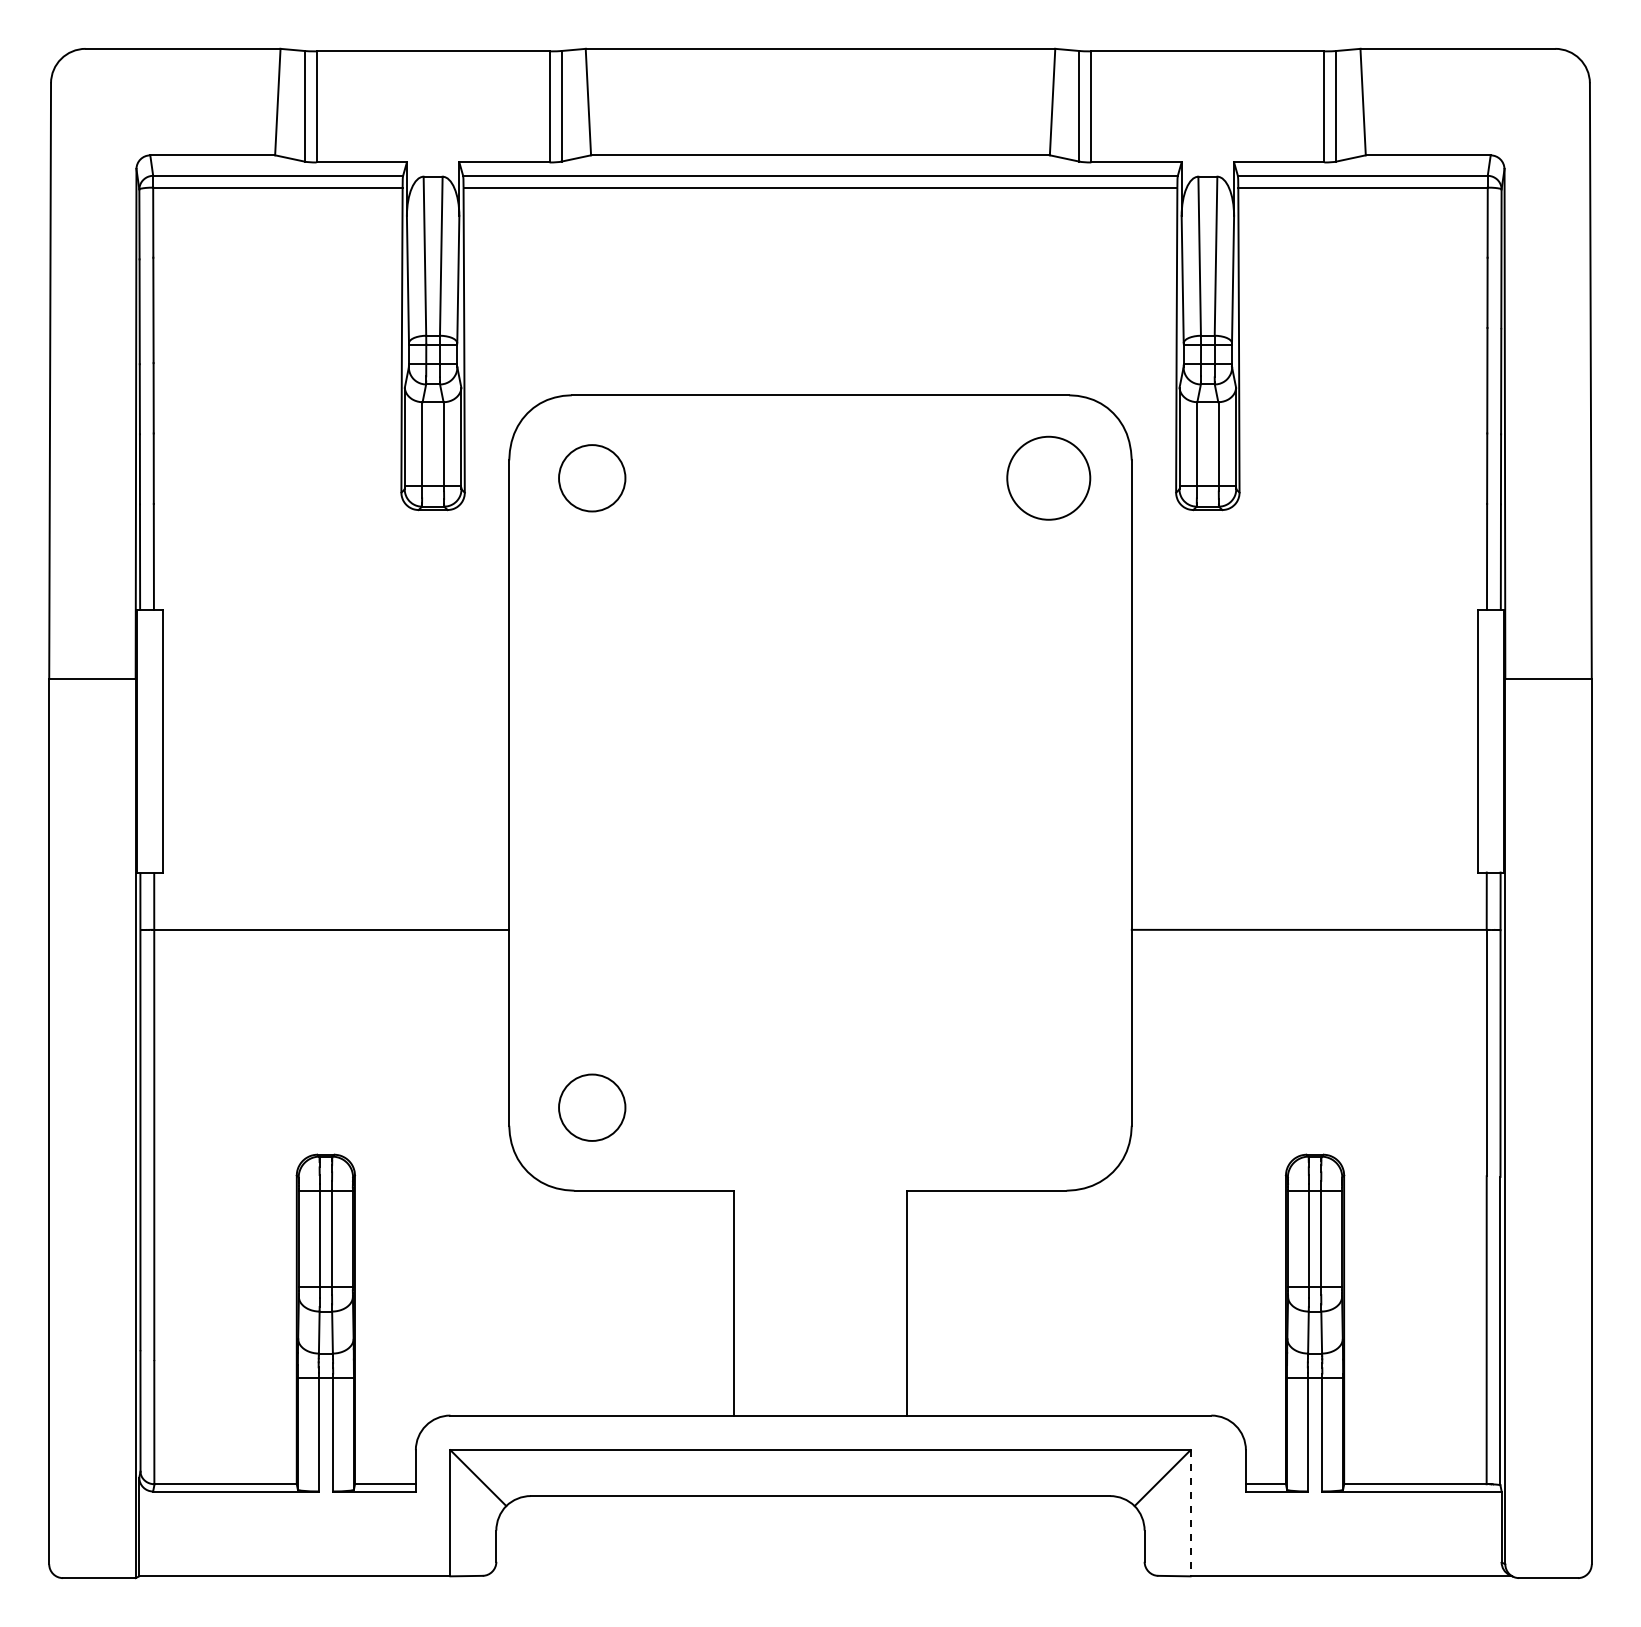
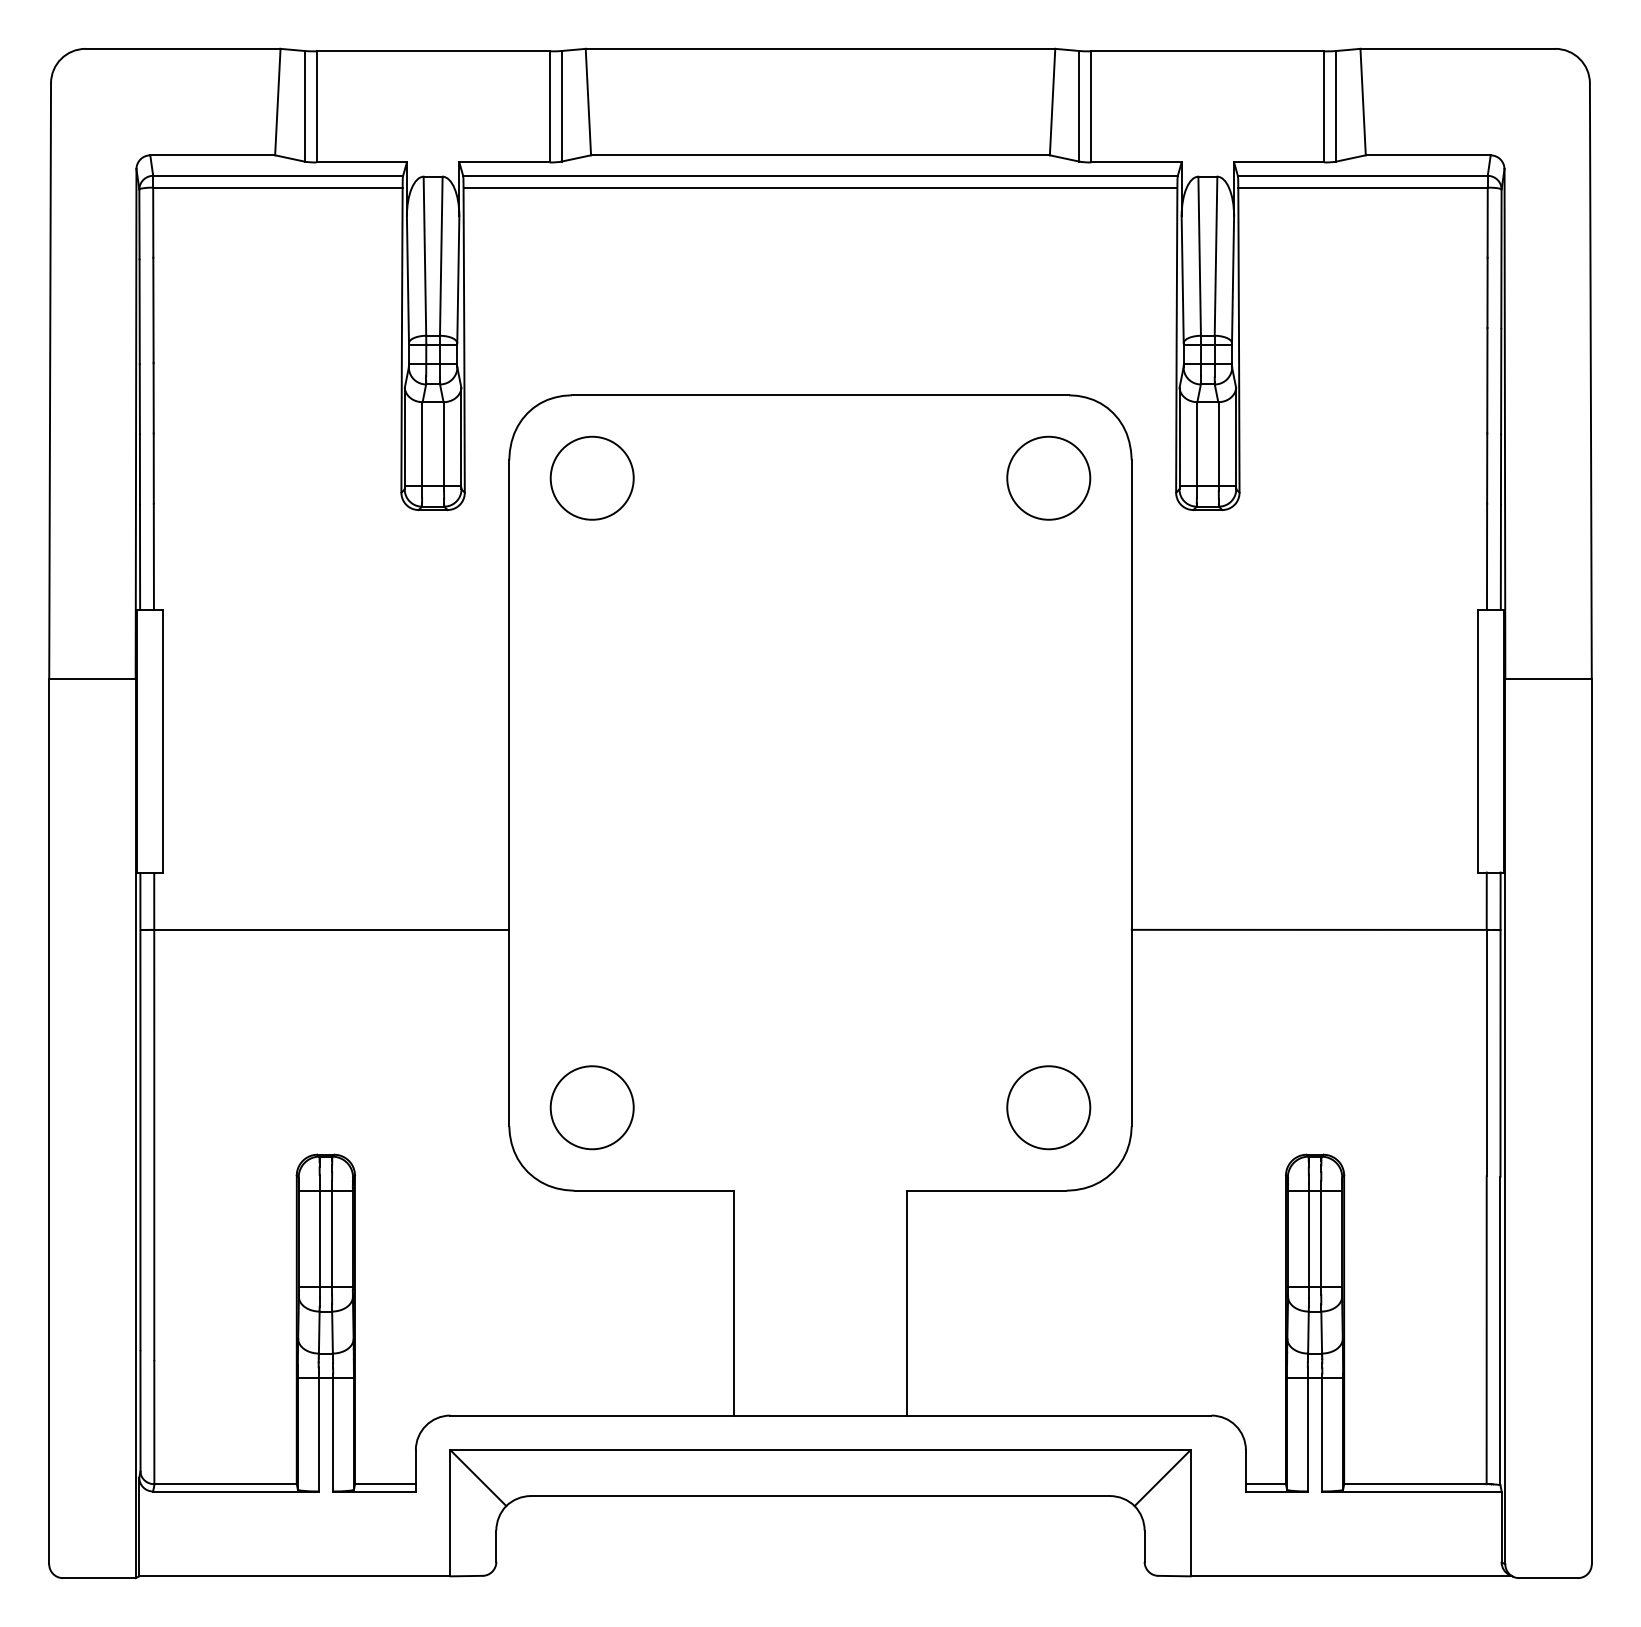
circle at (592, 478) diameter: 66 px -> 83 px
circle at (592, 1107) diameter: 66 px -> 83 px
circle at (1048, 1107): none -> present
line at (1190, 1513): dashed -> solid
